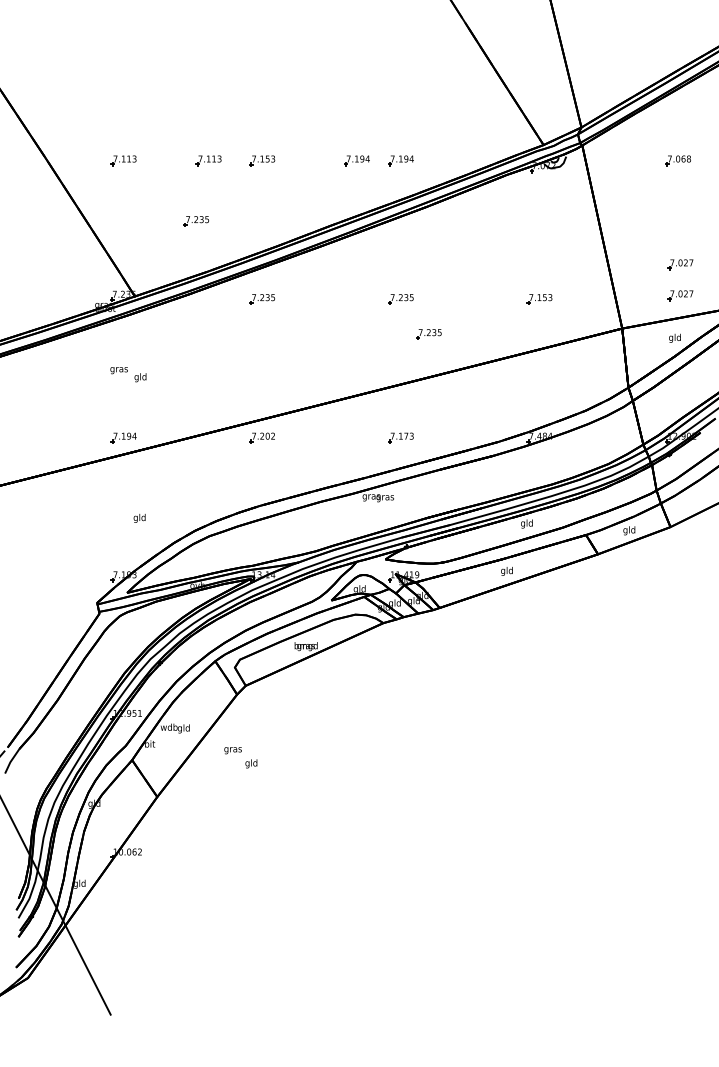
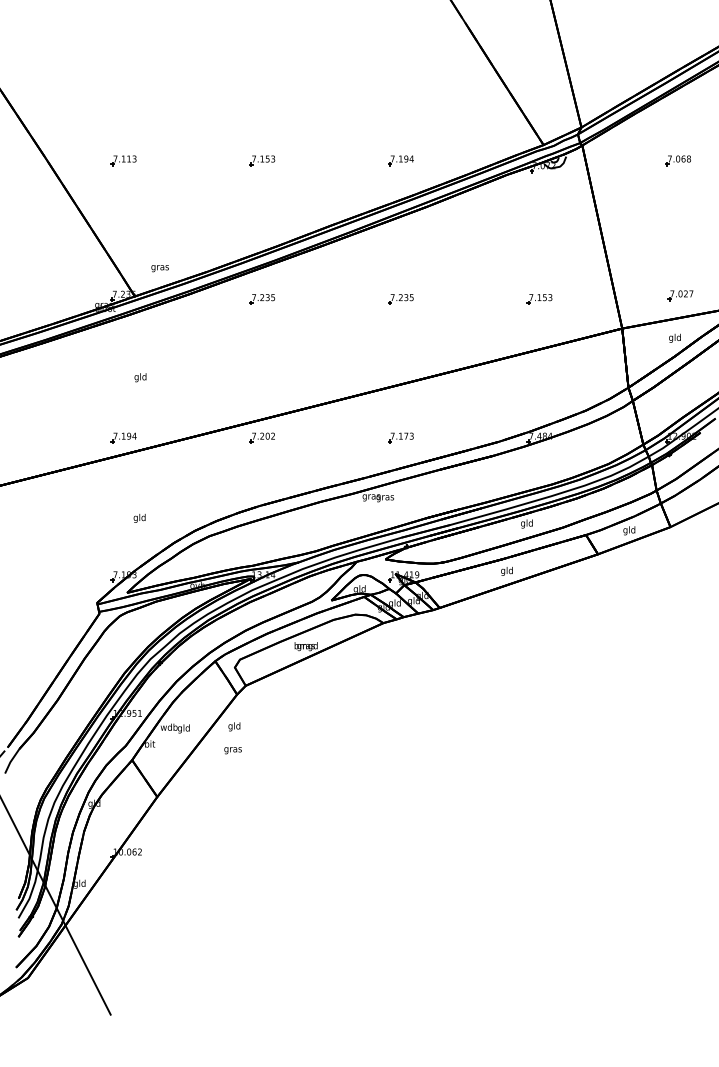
part at (208, 160): present -> none
part at (356, 160): present -> none
part at (195, 221): present -> none
part at (680, 264): present -> none
part at (428, 334): present -> none
text at (118, 370) position: (118, 370) -> (159, 268)
text at (251, 763) position: (251, 763) -> (234, 726)
